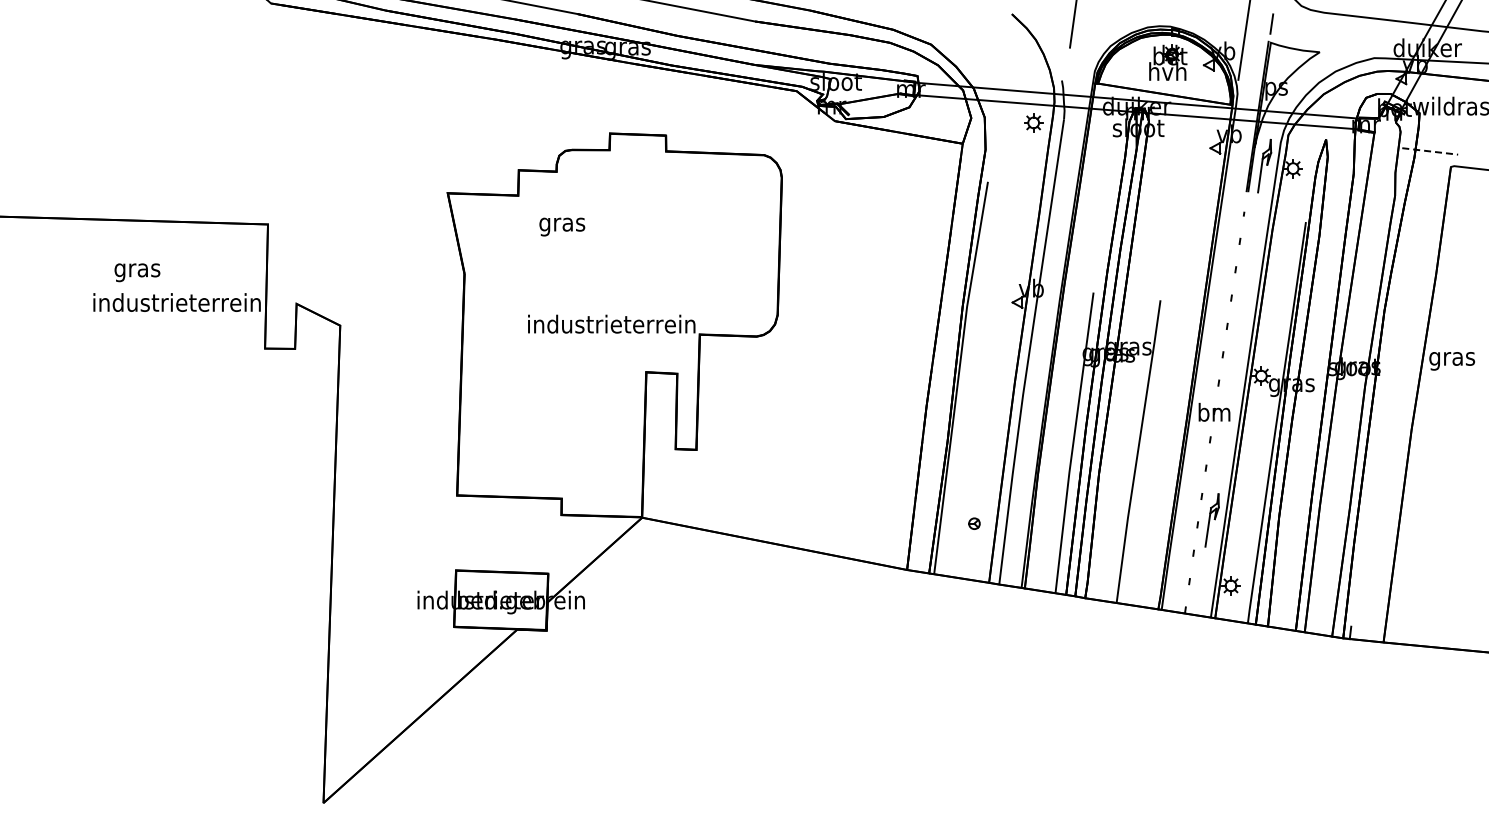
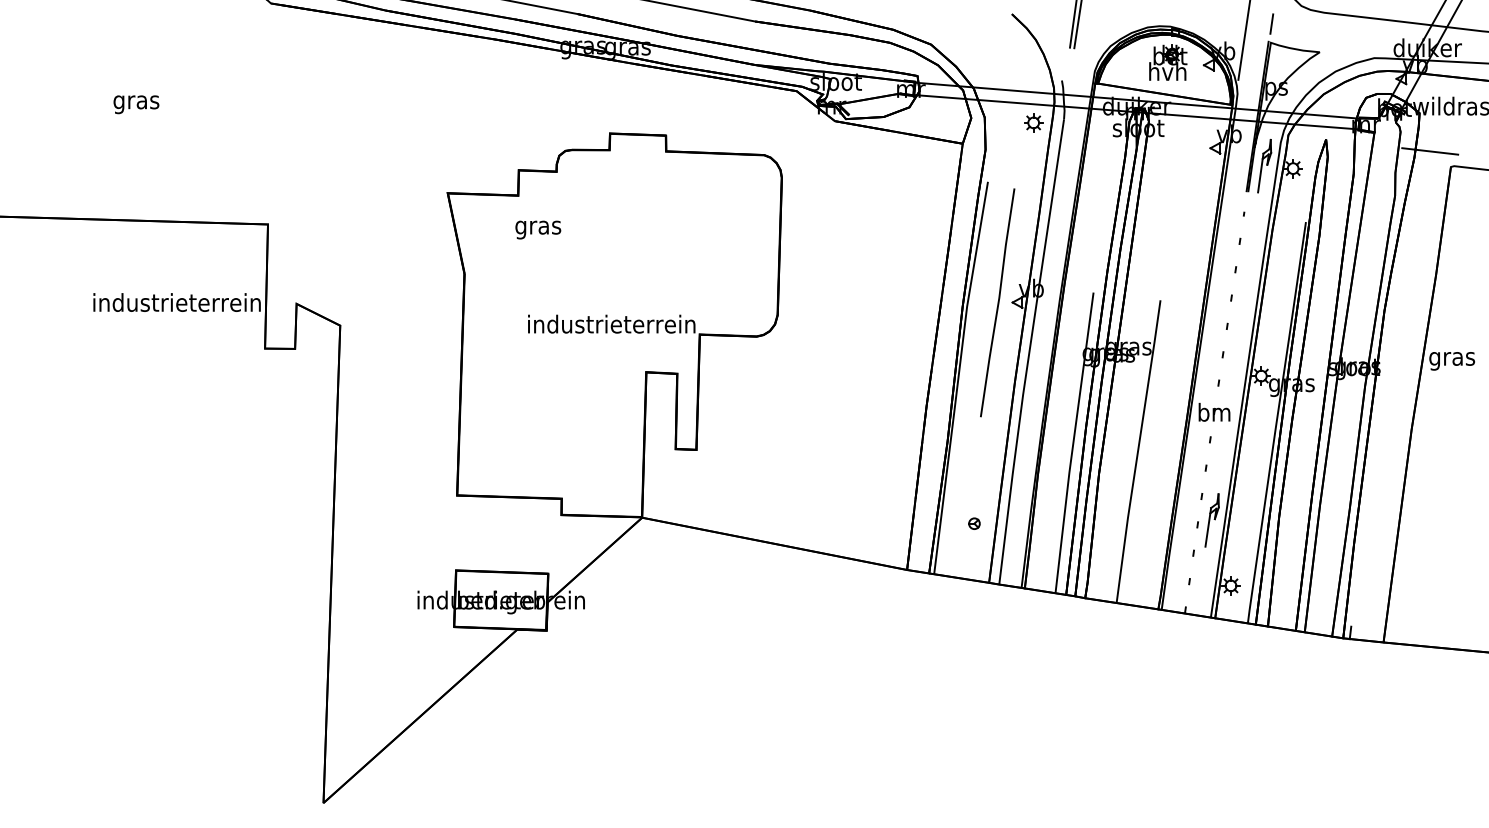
line at (1077, 25): none -> present
line at (1430, 151): dashed -> solid
text at (562, 226) position: (562, 226) -> (538, 229)
text at (137, 272) position: (137, 272) -> (136, 104)
line at (997, 302): none -> present
